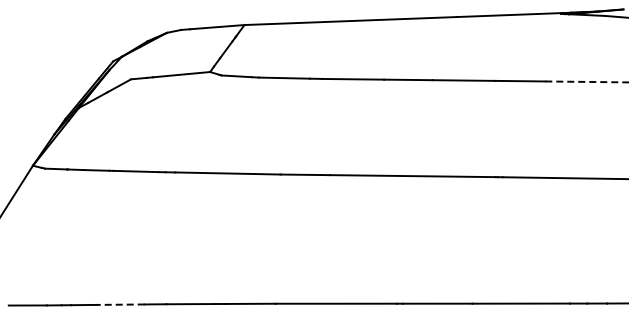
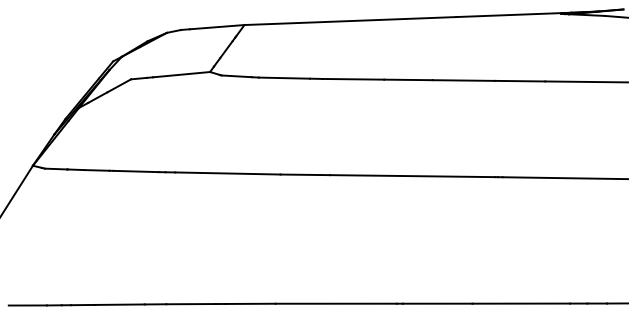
line at (587, 81): dashed -> solid
line at (119, 304): dashed -> solid
